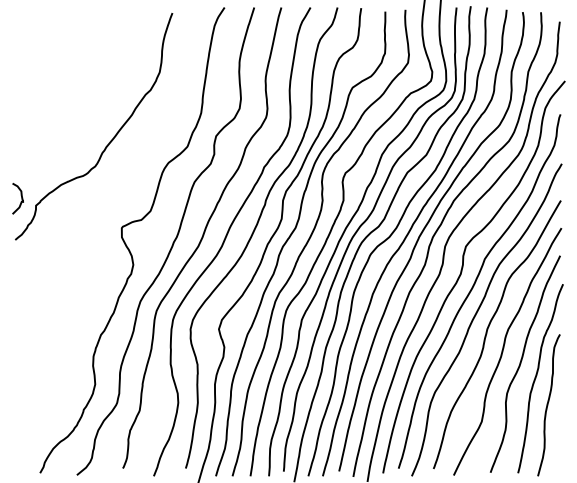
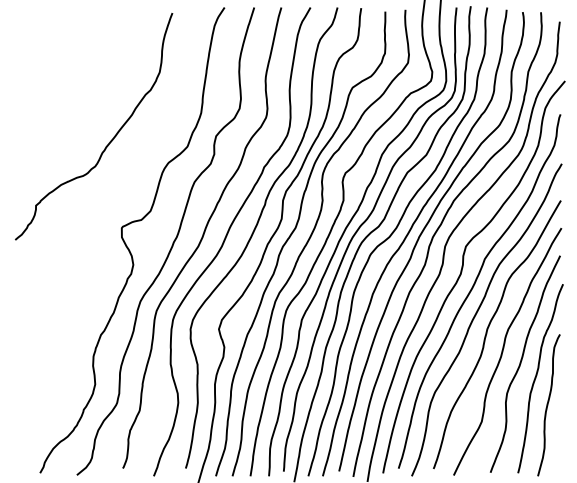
curve at (21, 198): present -> none
